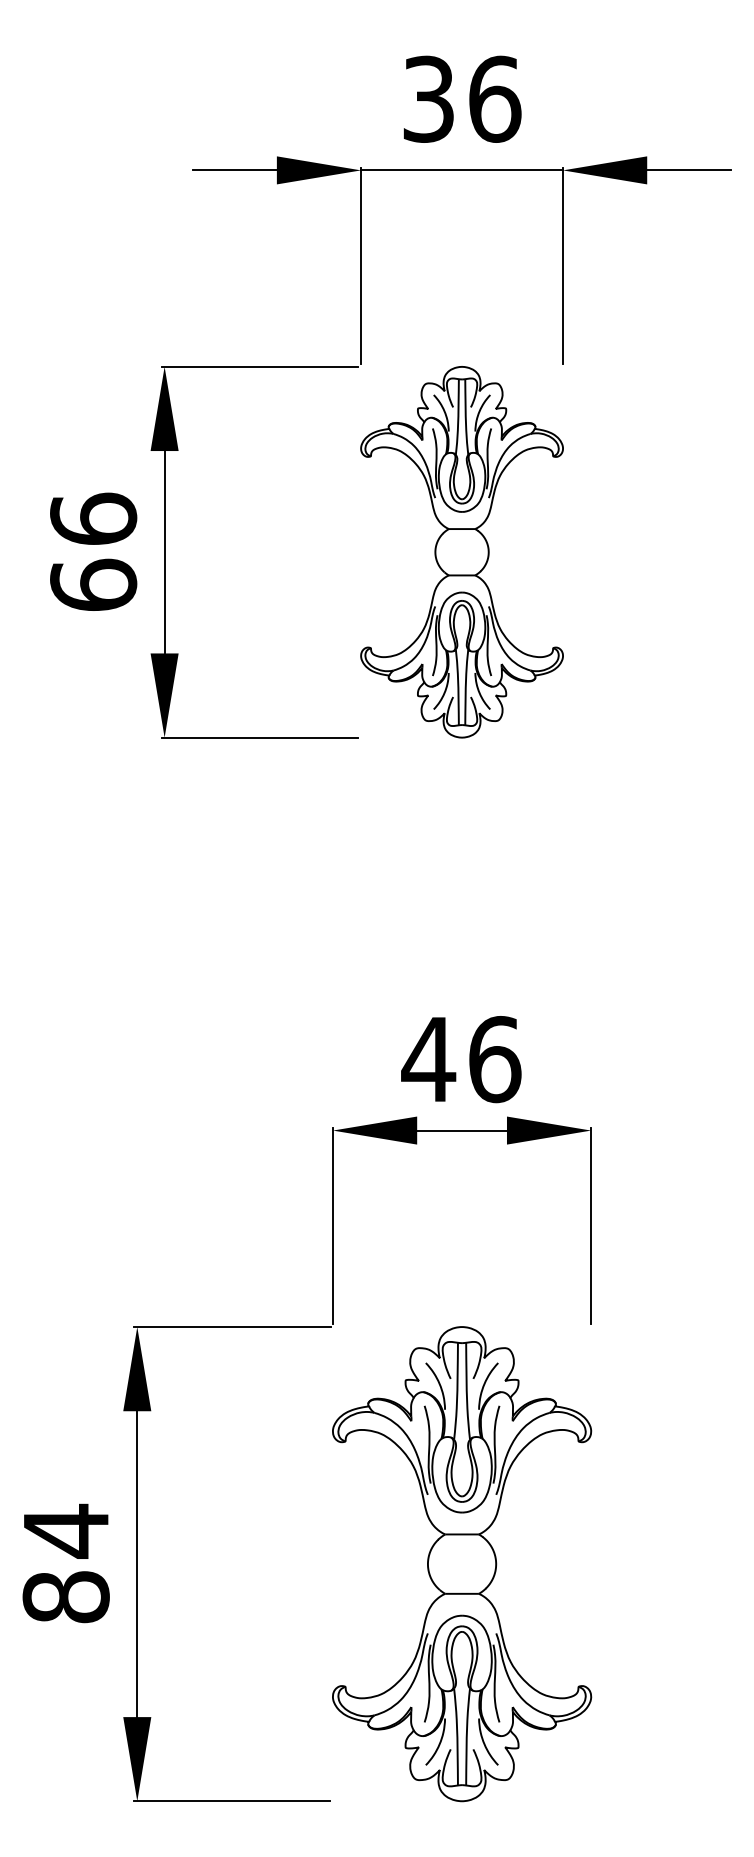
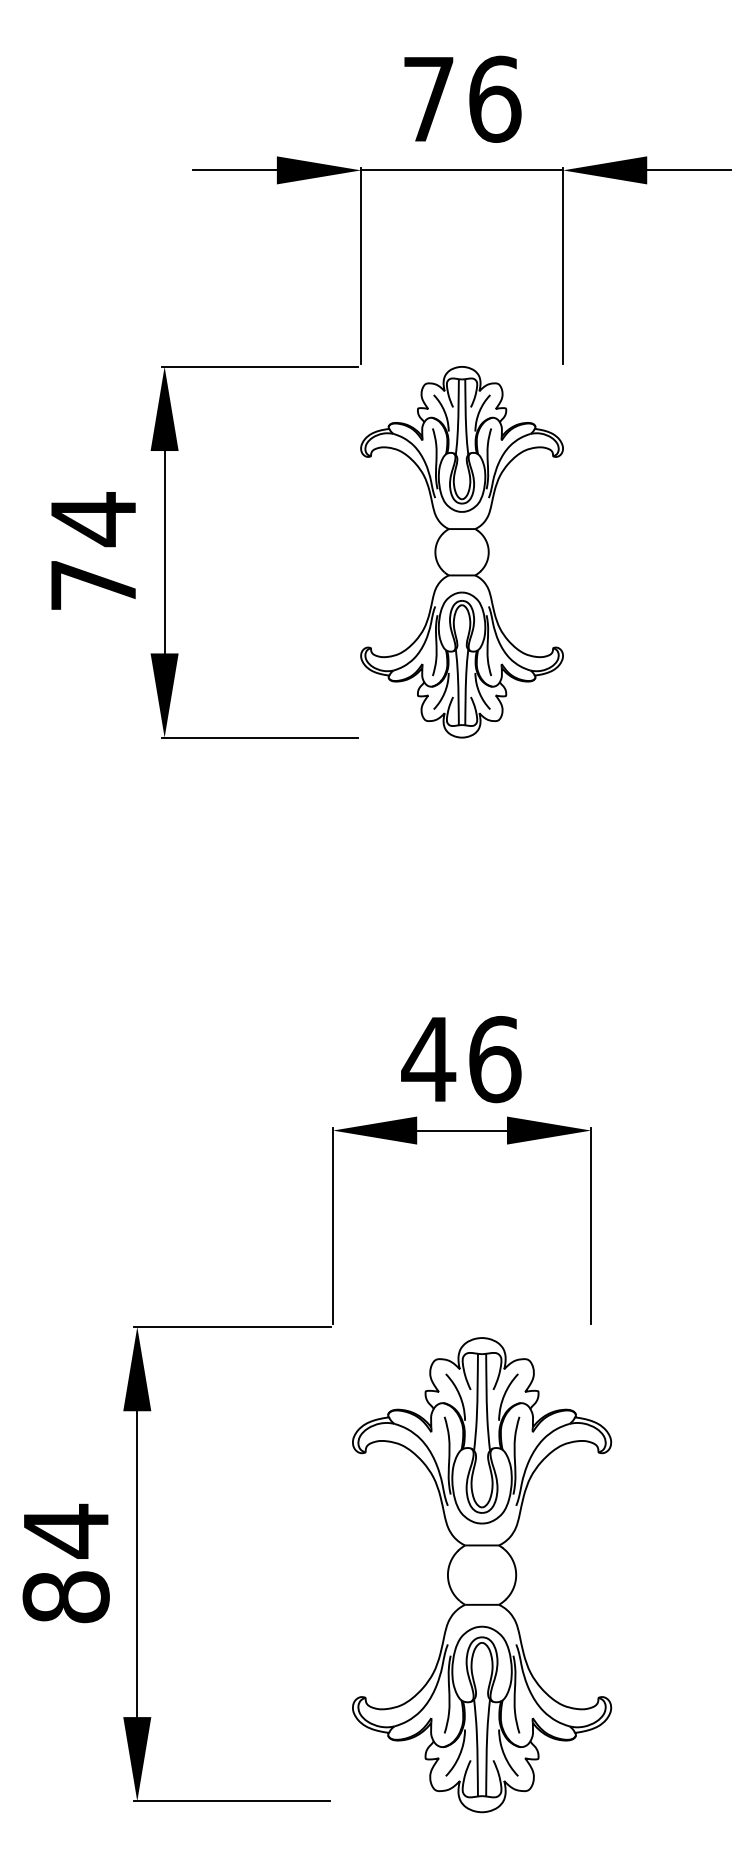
text at (428, 98): 36 -> 76
text at (93, 551): 66 -> 74
part at (462, 1564) position: (462, 1564) -> (482, 1575)
